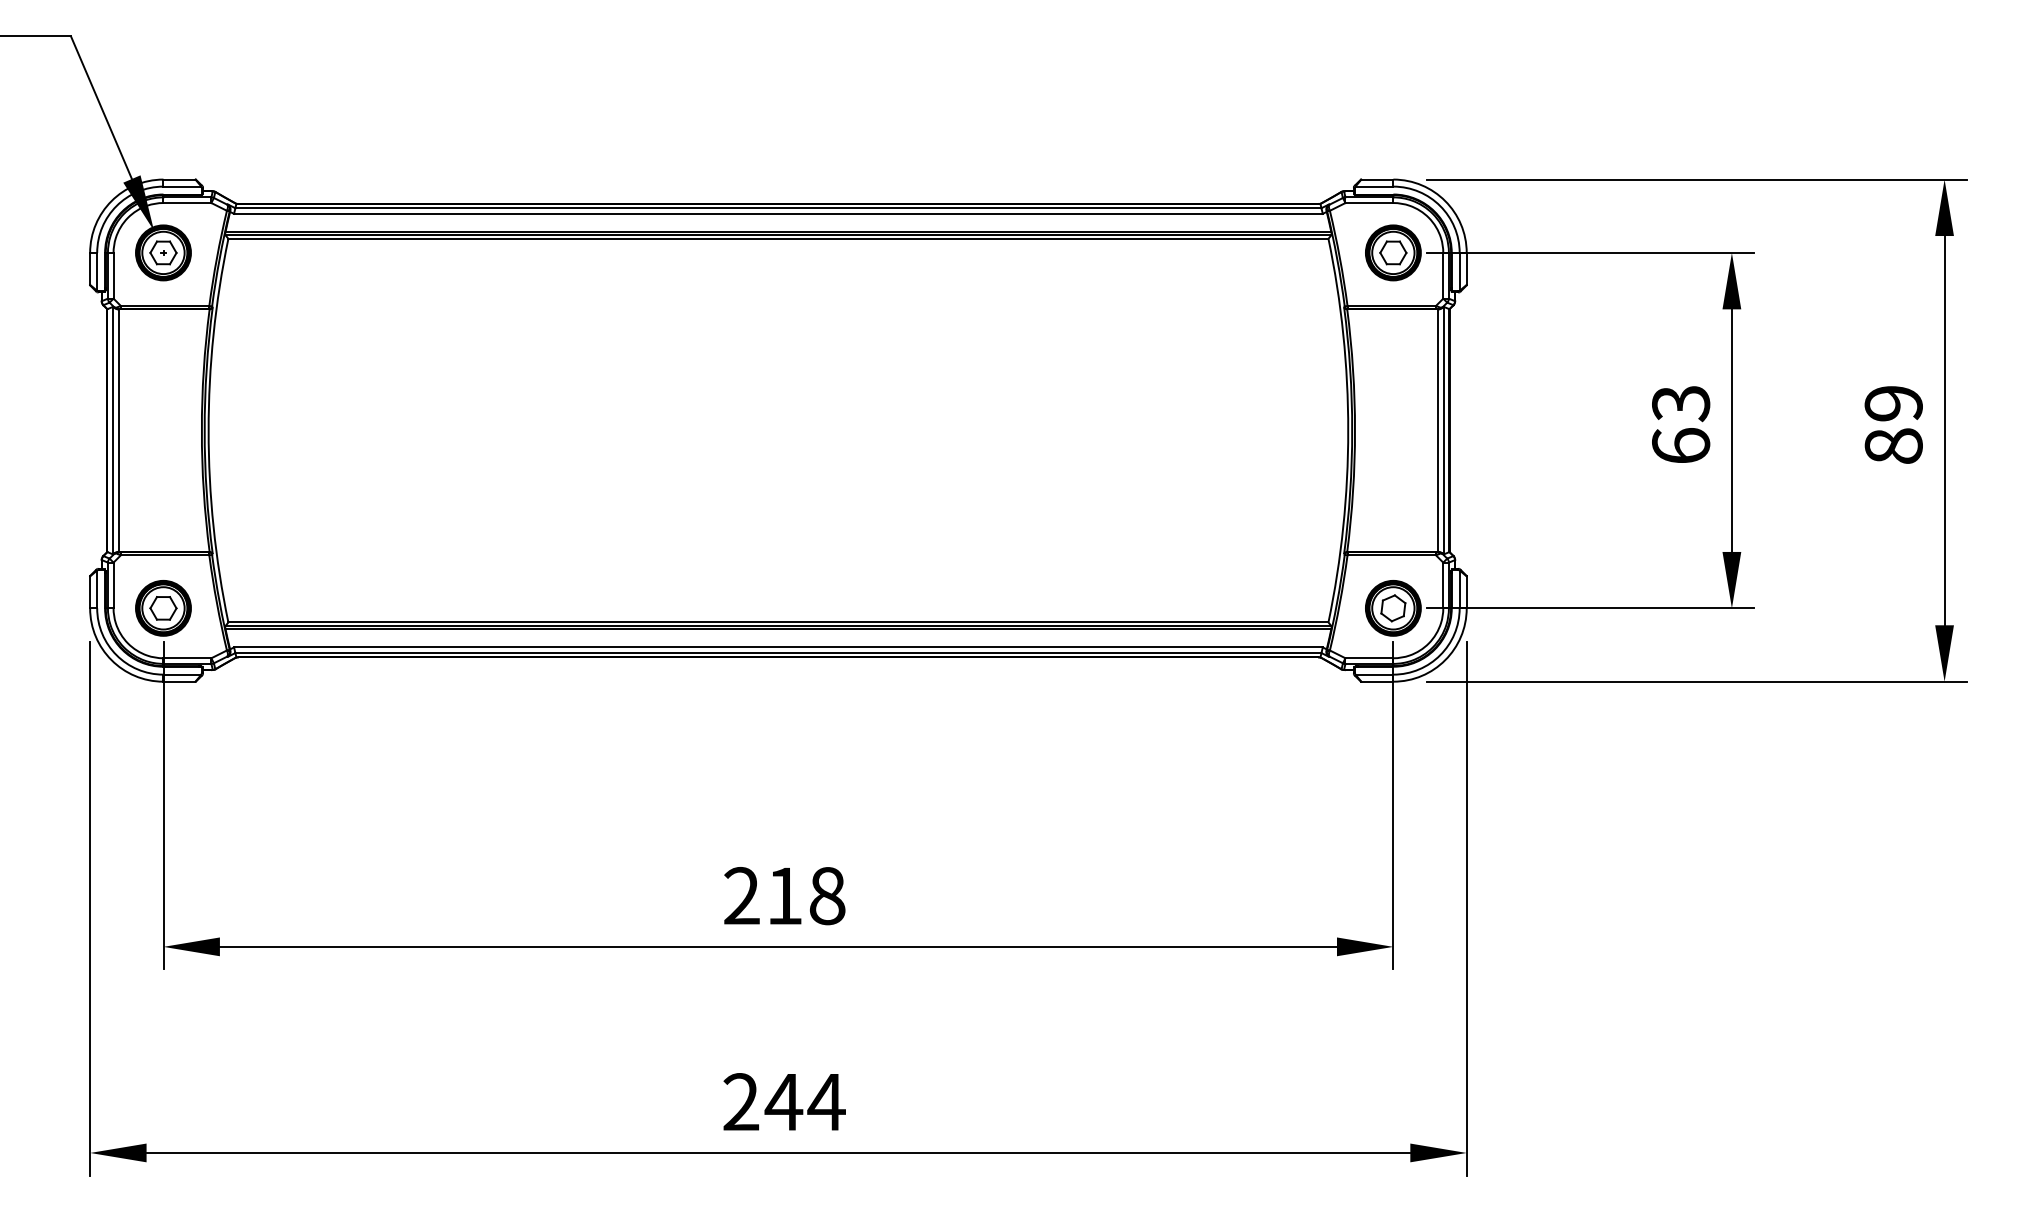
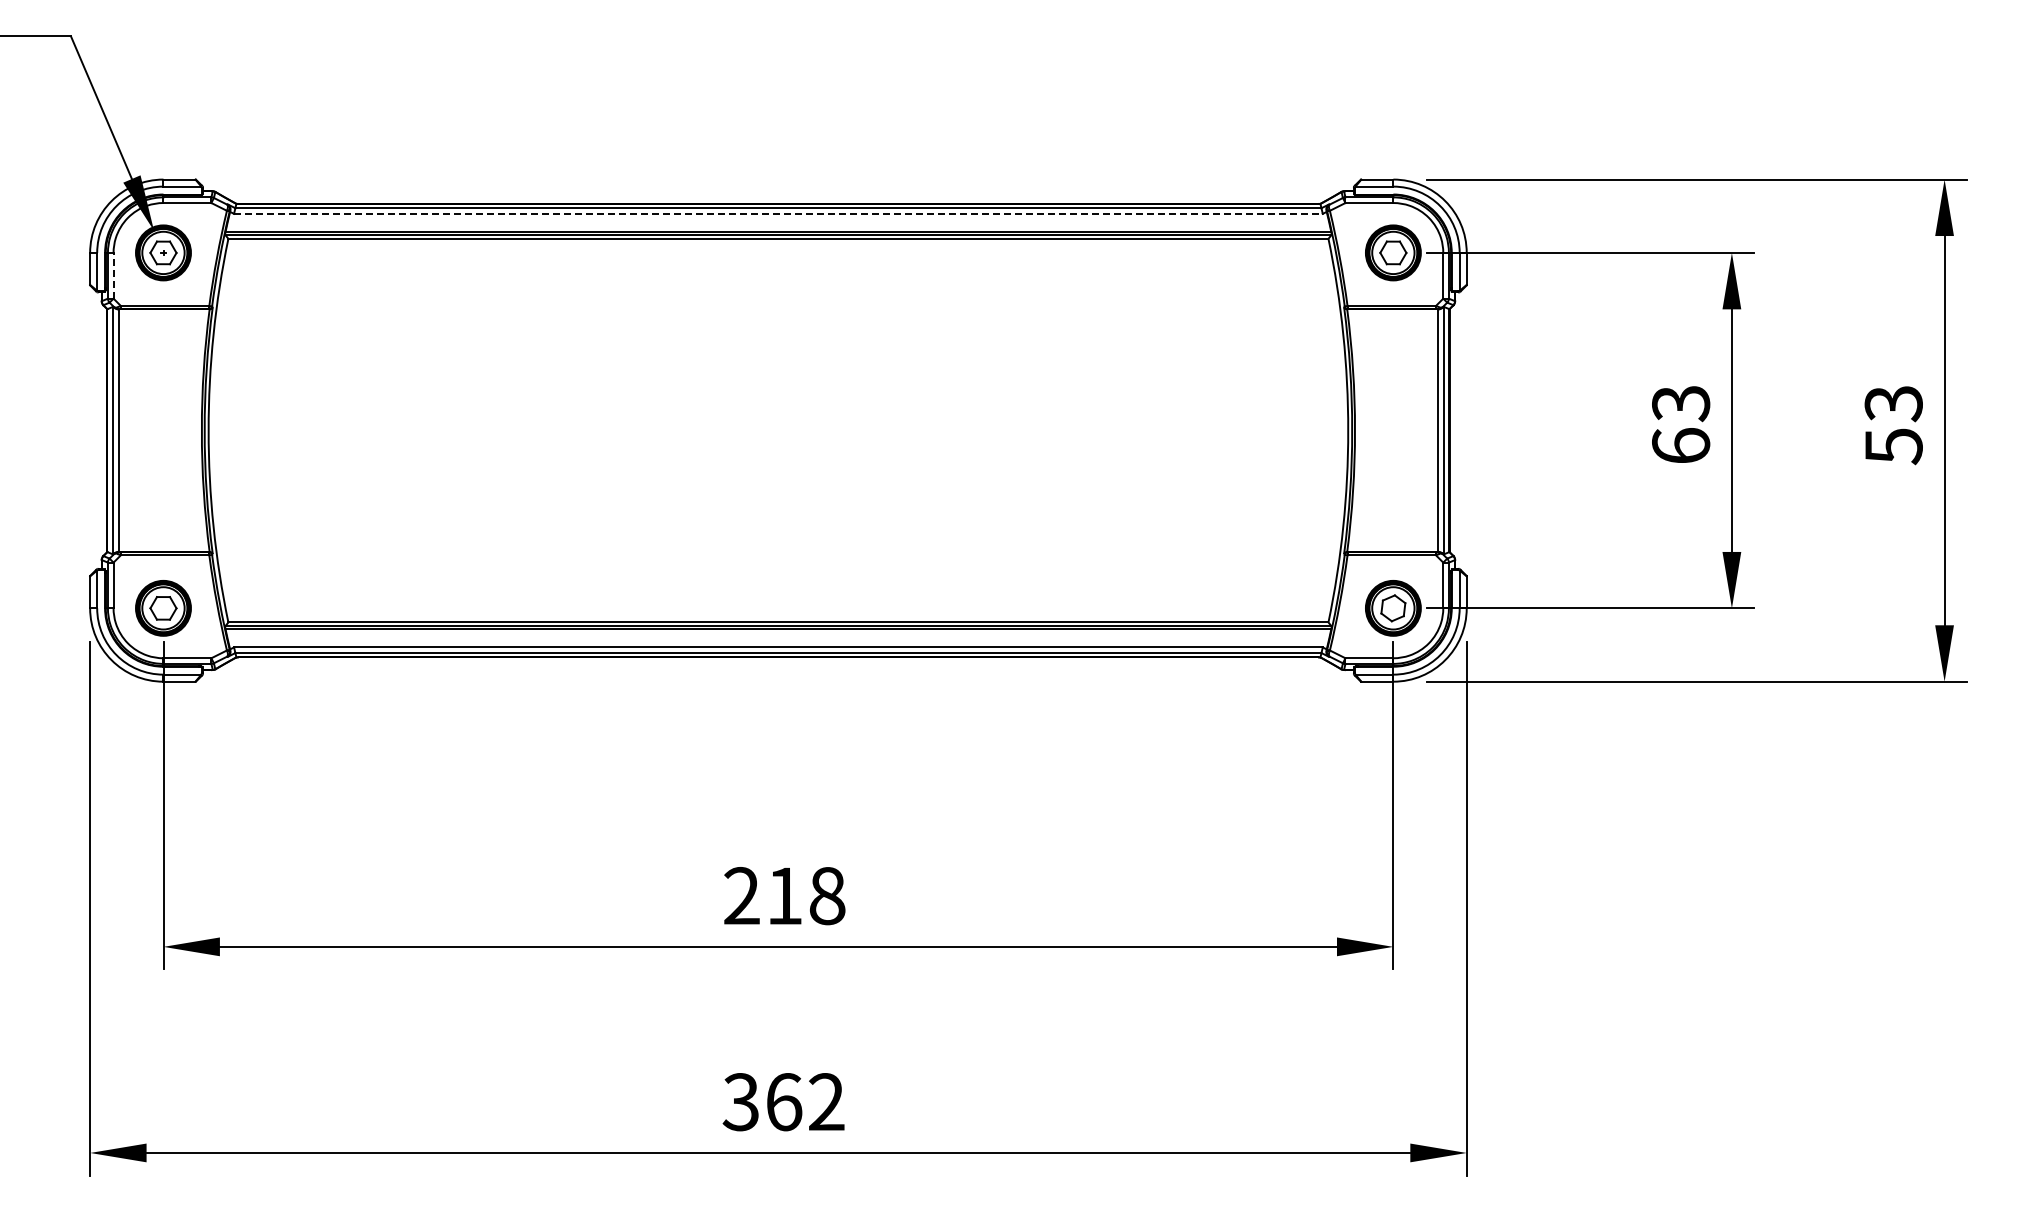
line at (778, 213): solid -> dashed
line at (113, 275): solid -> dashed
text at (1893, 425): 89 -> 53
text at (783, 1102): 244 -> 362
